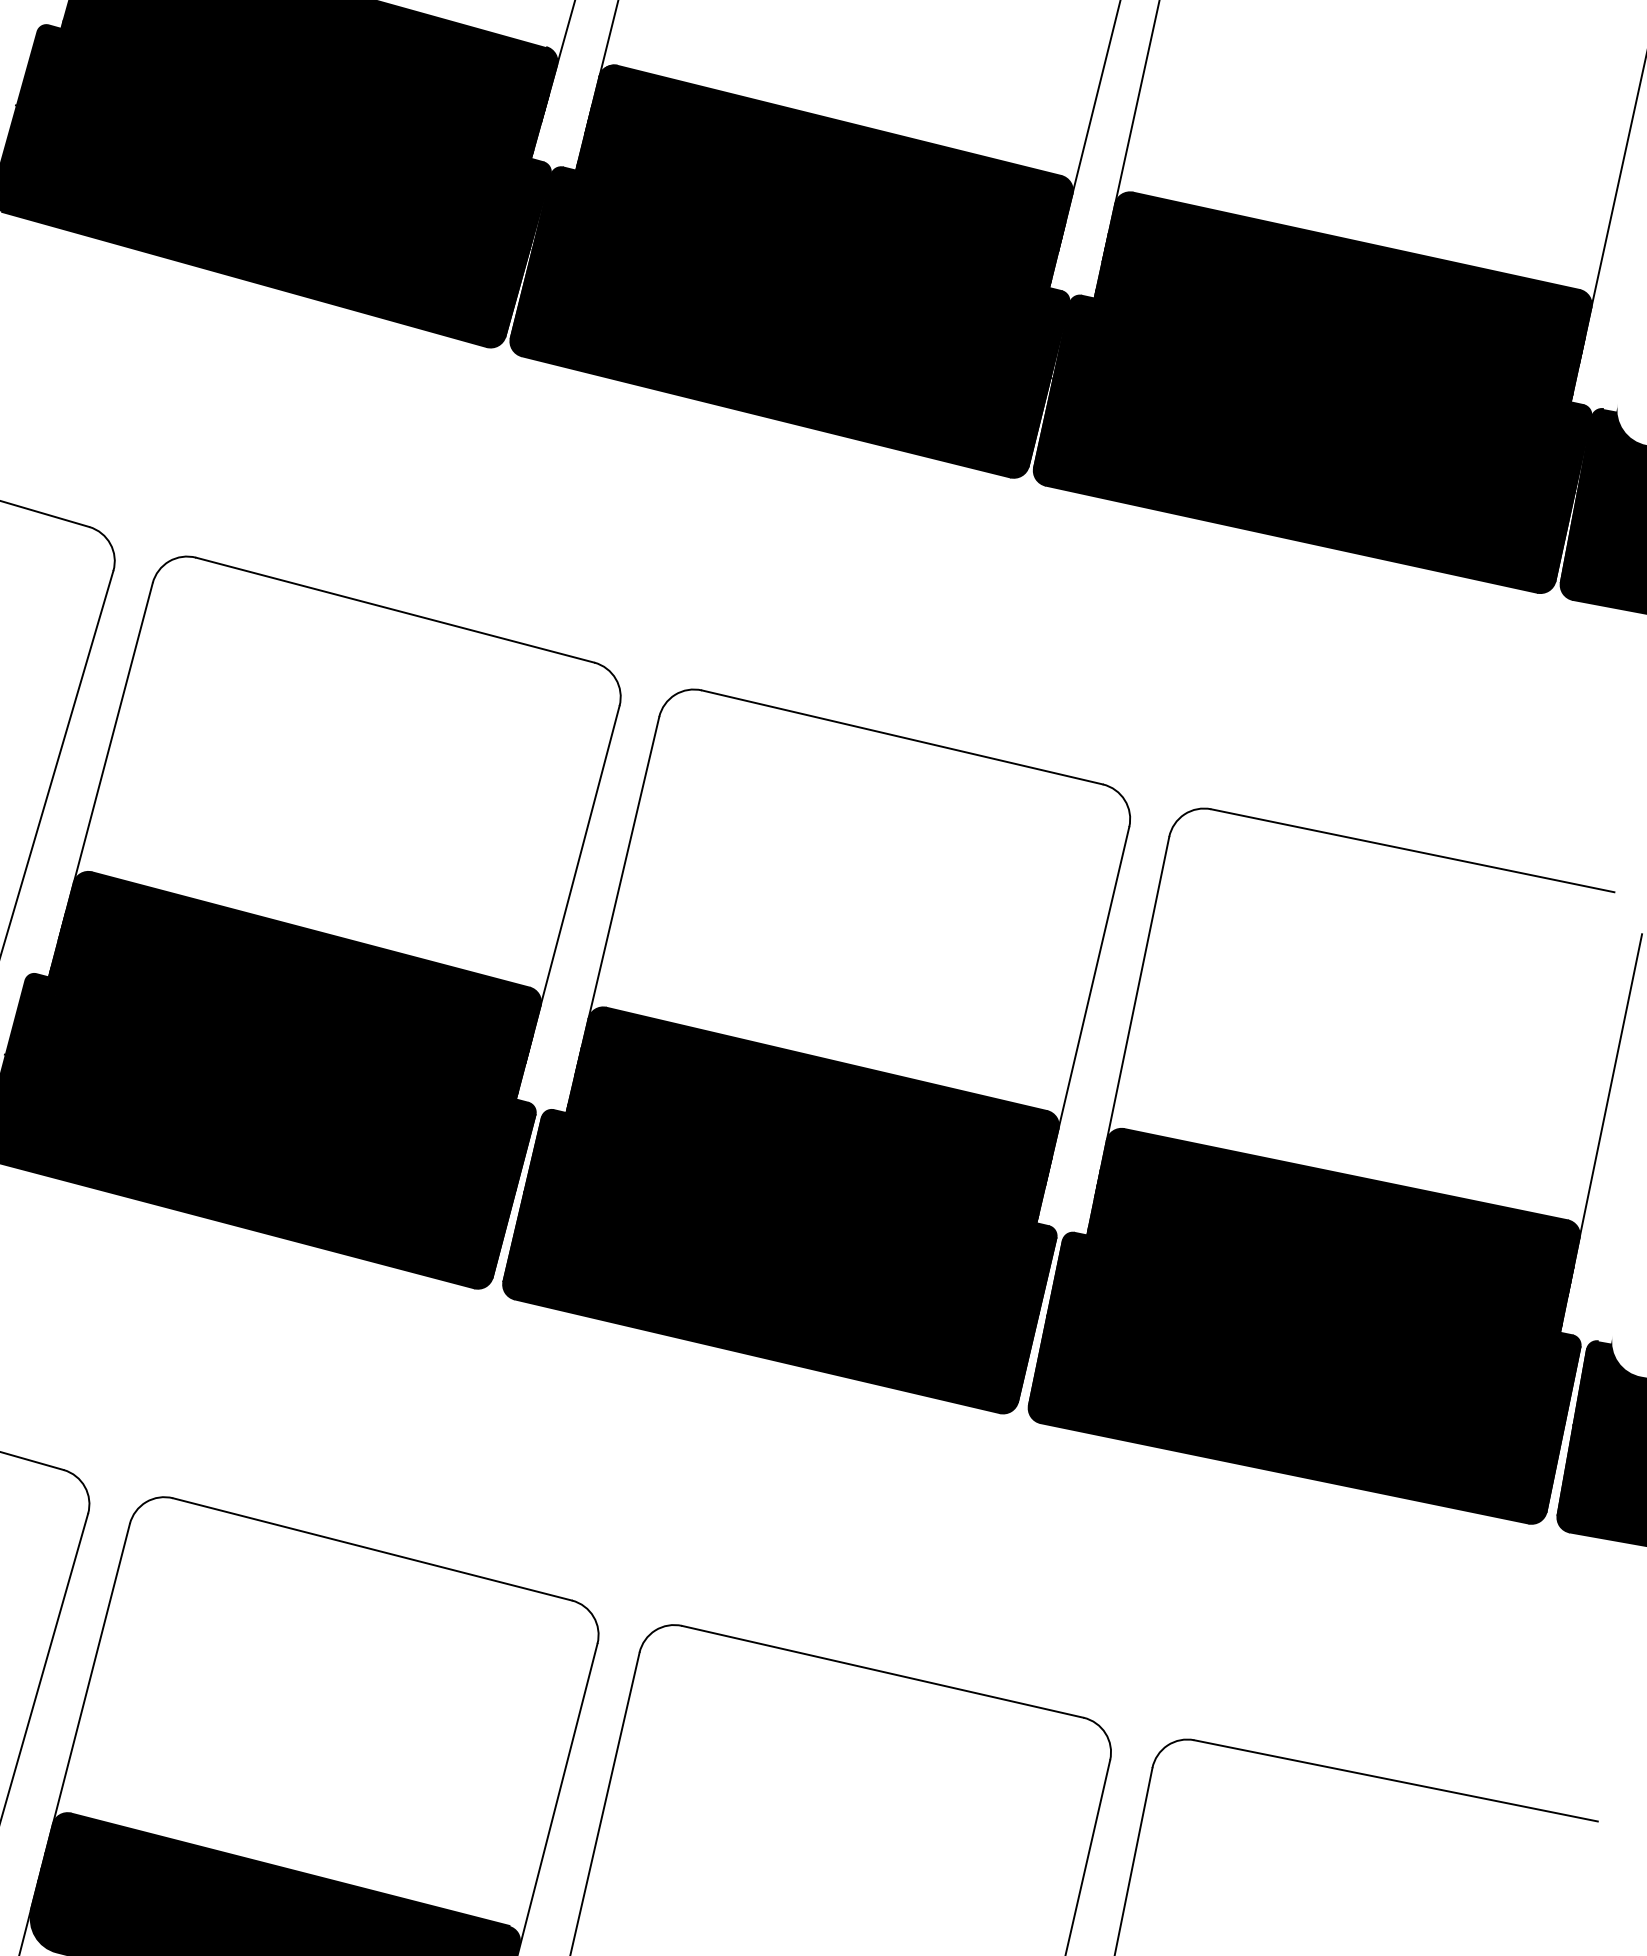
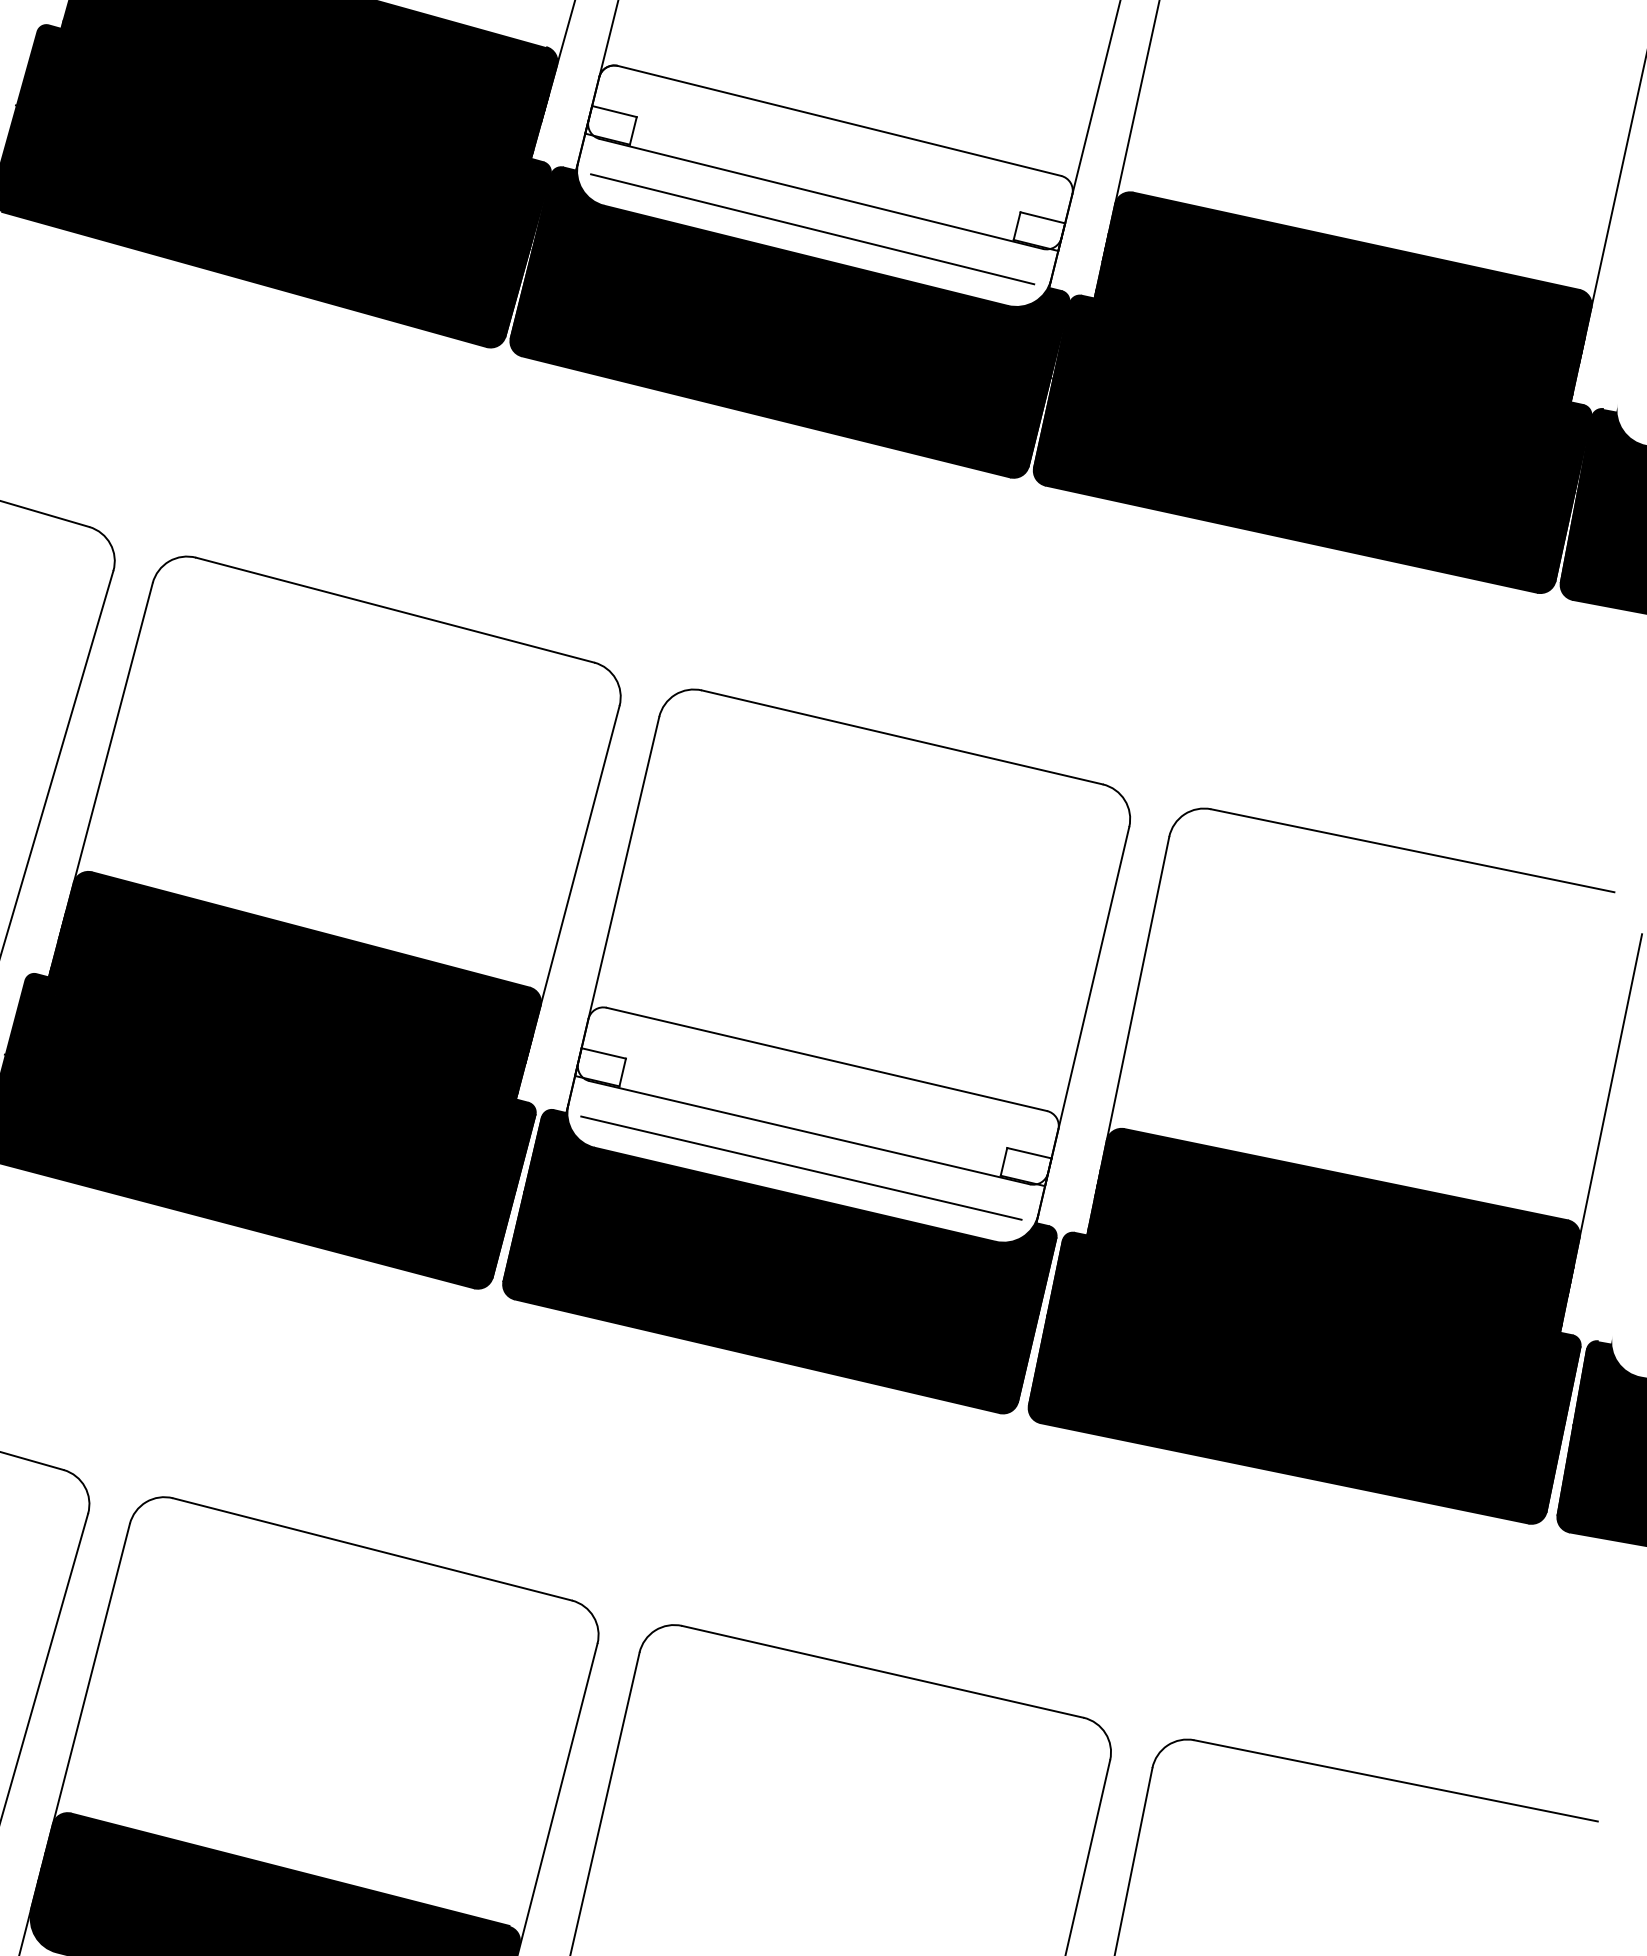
fill at (824, 185): present -> none
fill at (812, 1124): present -> none
